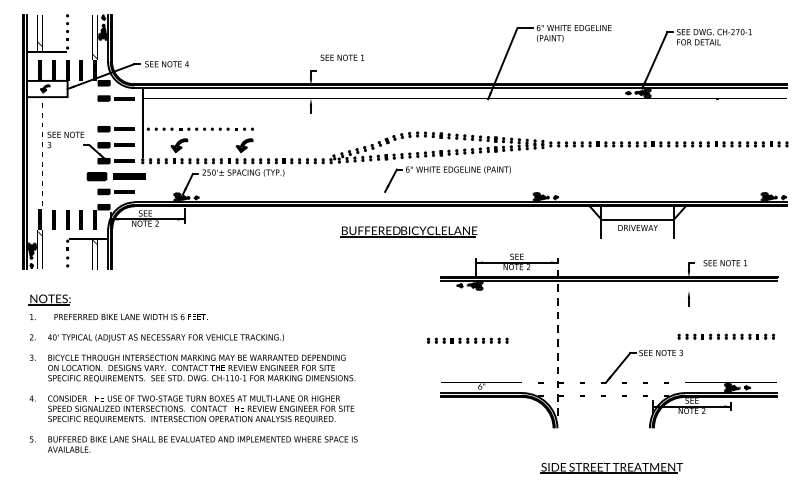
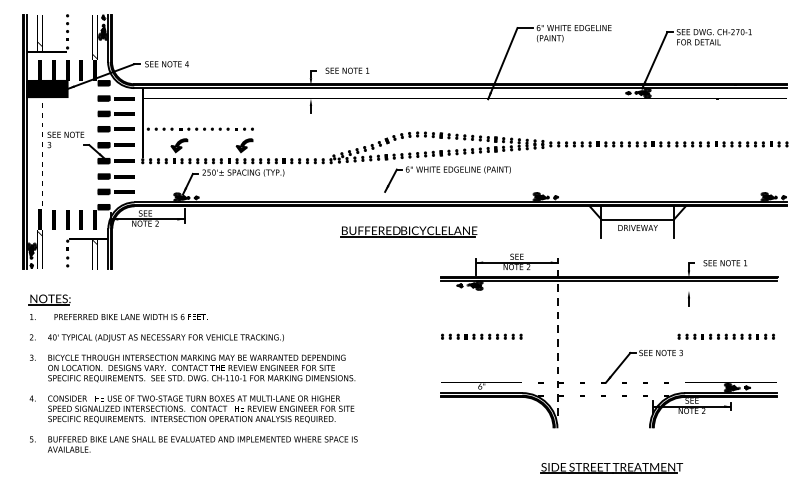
text at (342, 57) position: (342, 57) -> (347, 70)
fill at (47, 88): none -> present
part at (115, 113): none -> present
part at (115, 176) size: 60x10 px -> 38x7 px
part at (467, 340) position: (467, 340) -> (481, 336)
